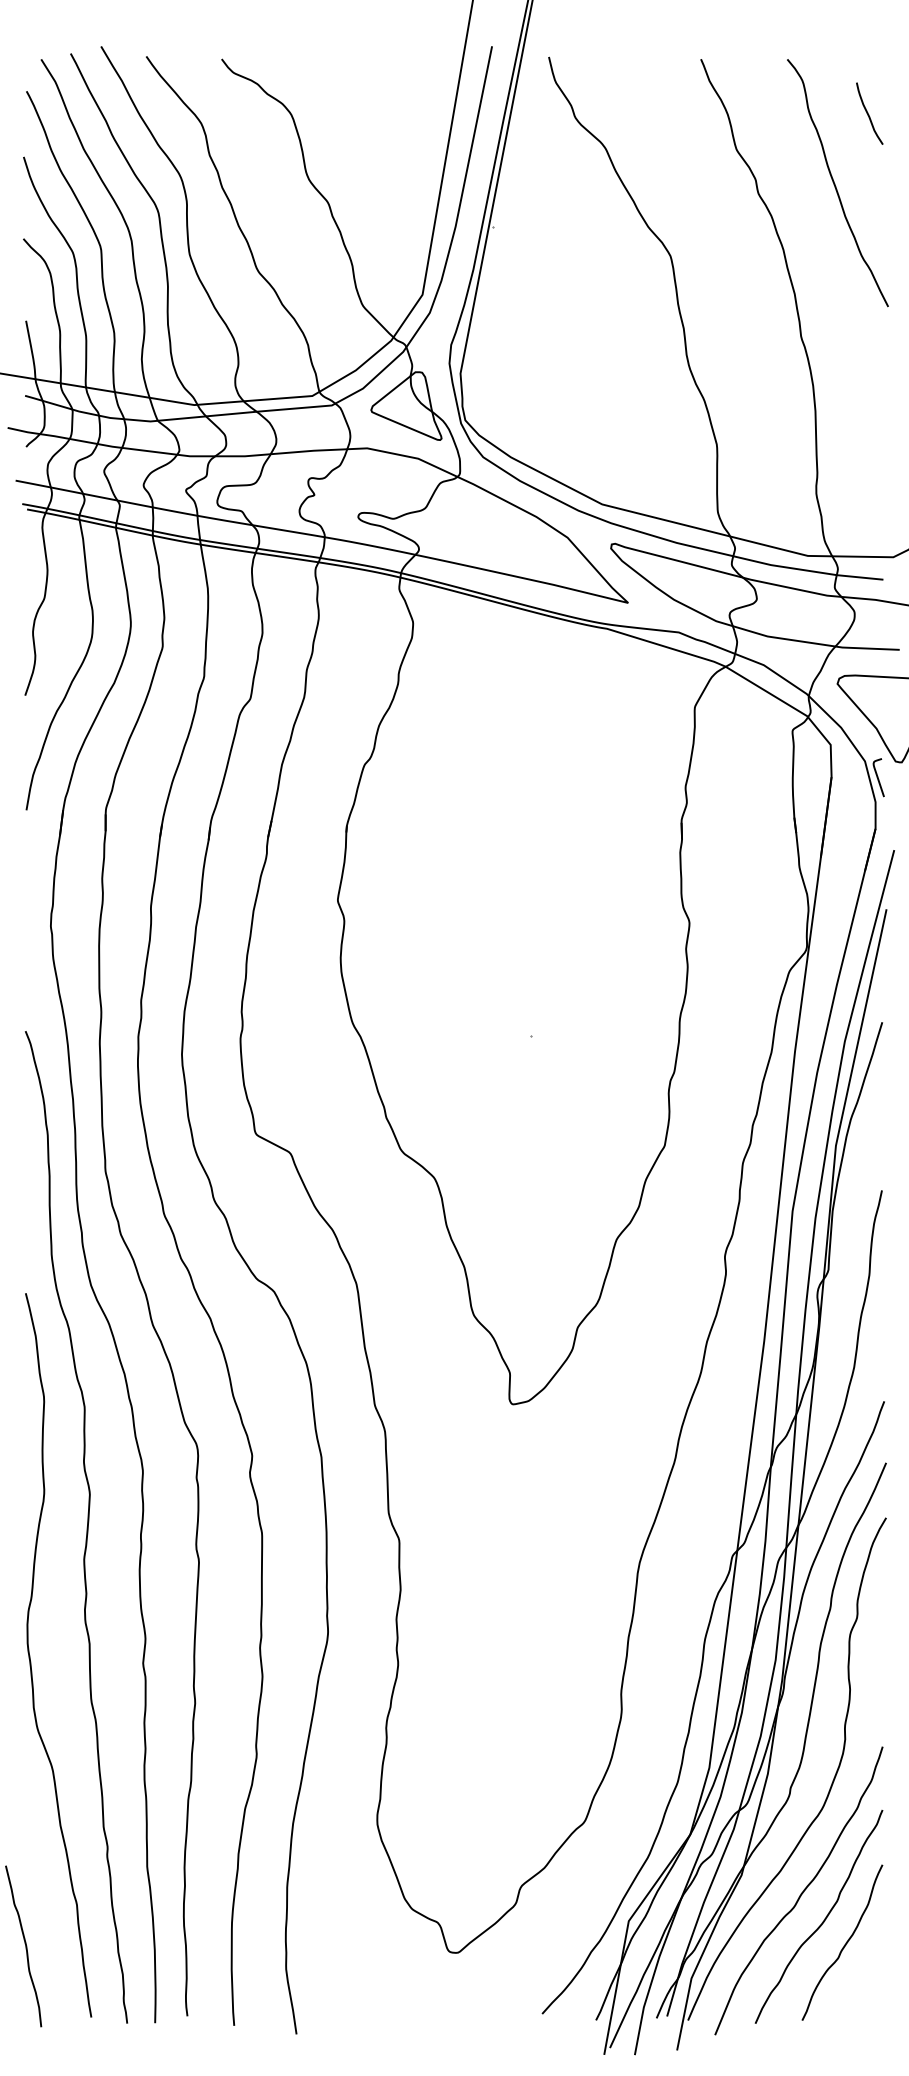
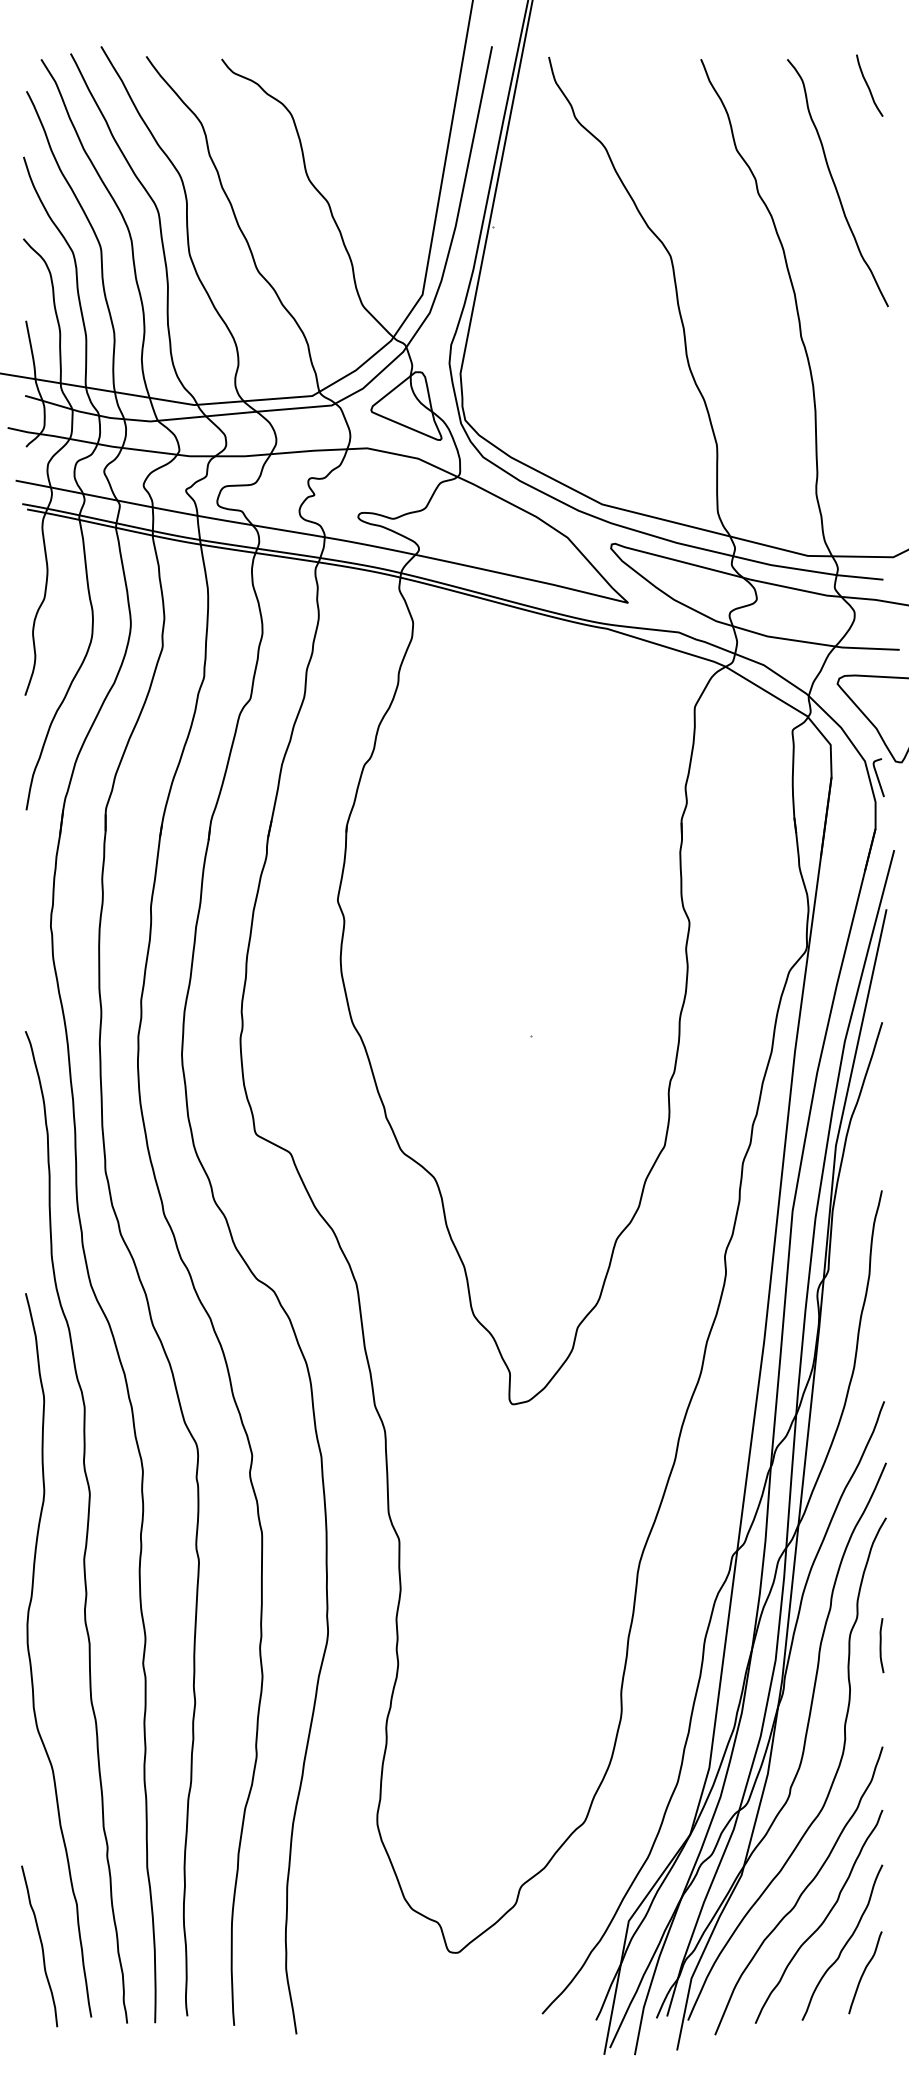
curve at (868, 113) position: (868, 113) -> (868, 85)
curve at (881, 1645): none -> present
curve at (25, 1946) position: (25, 1946) -> (41, 1946)
curve at (865, 1971): none -> present
